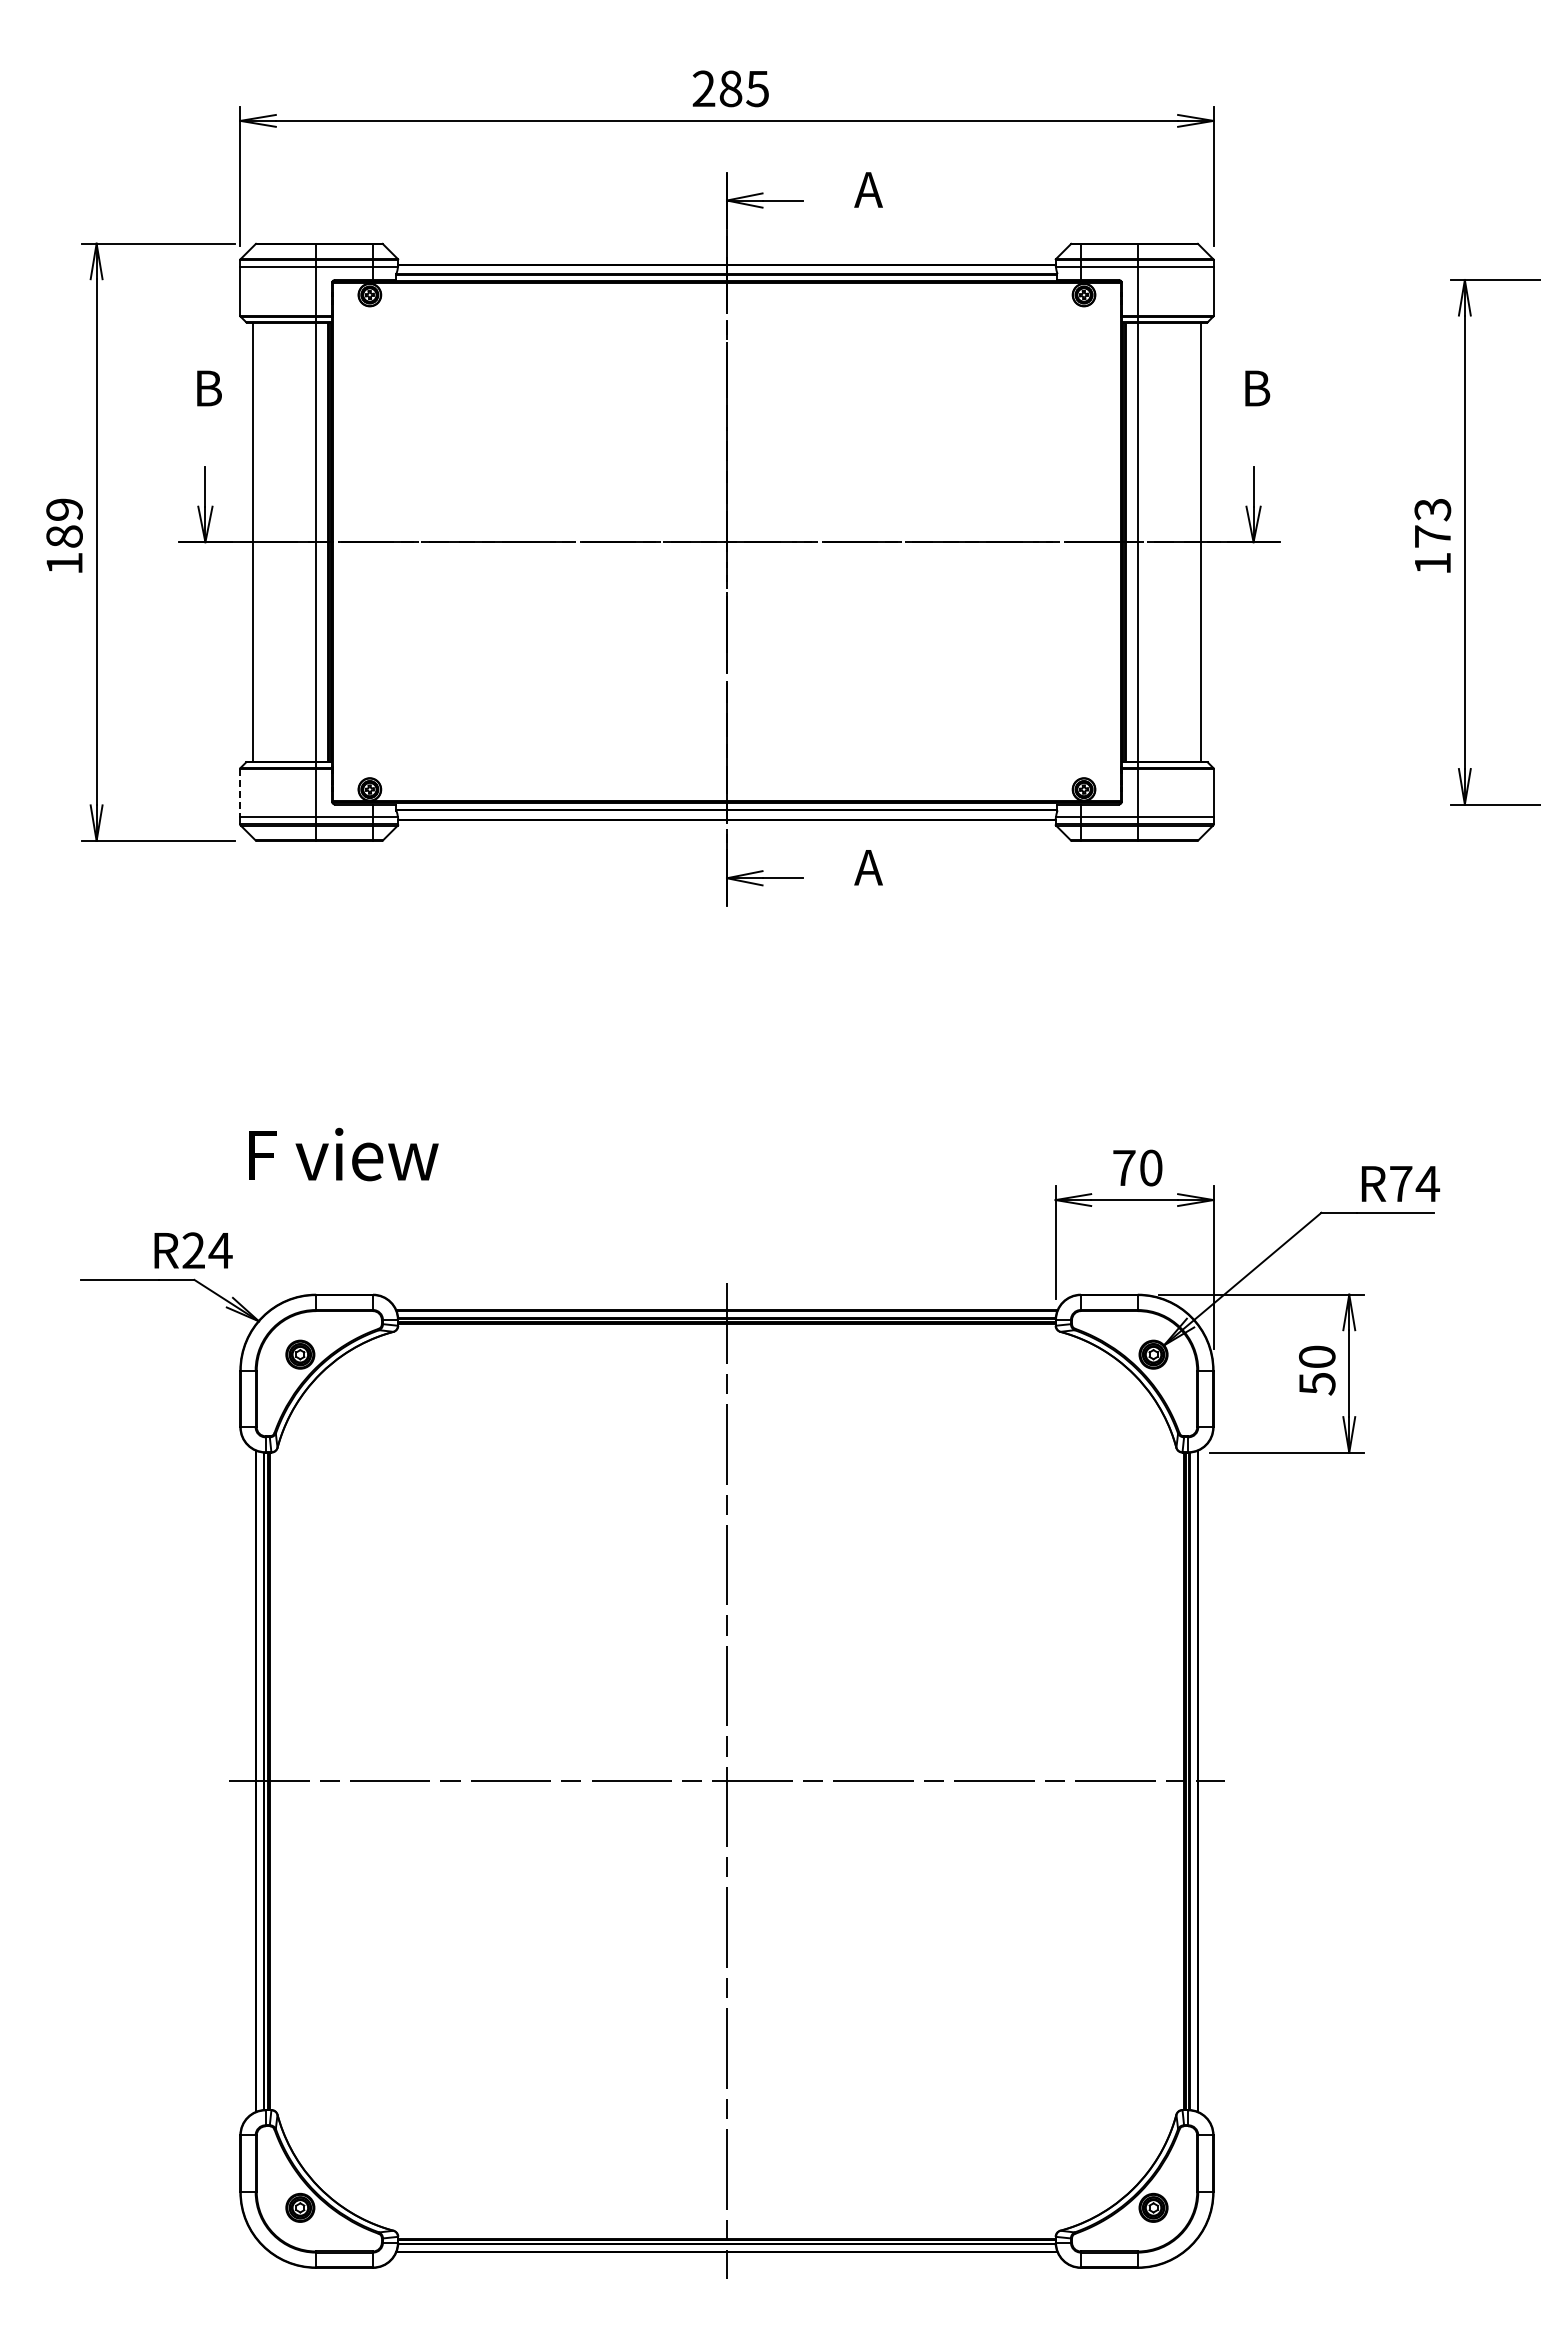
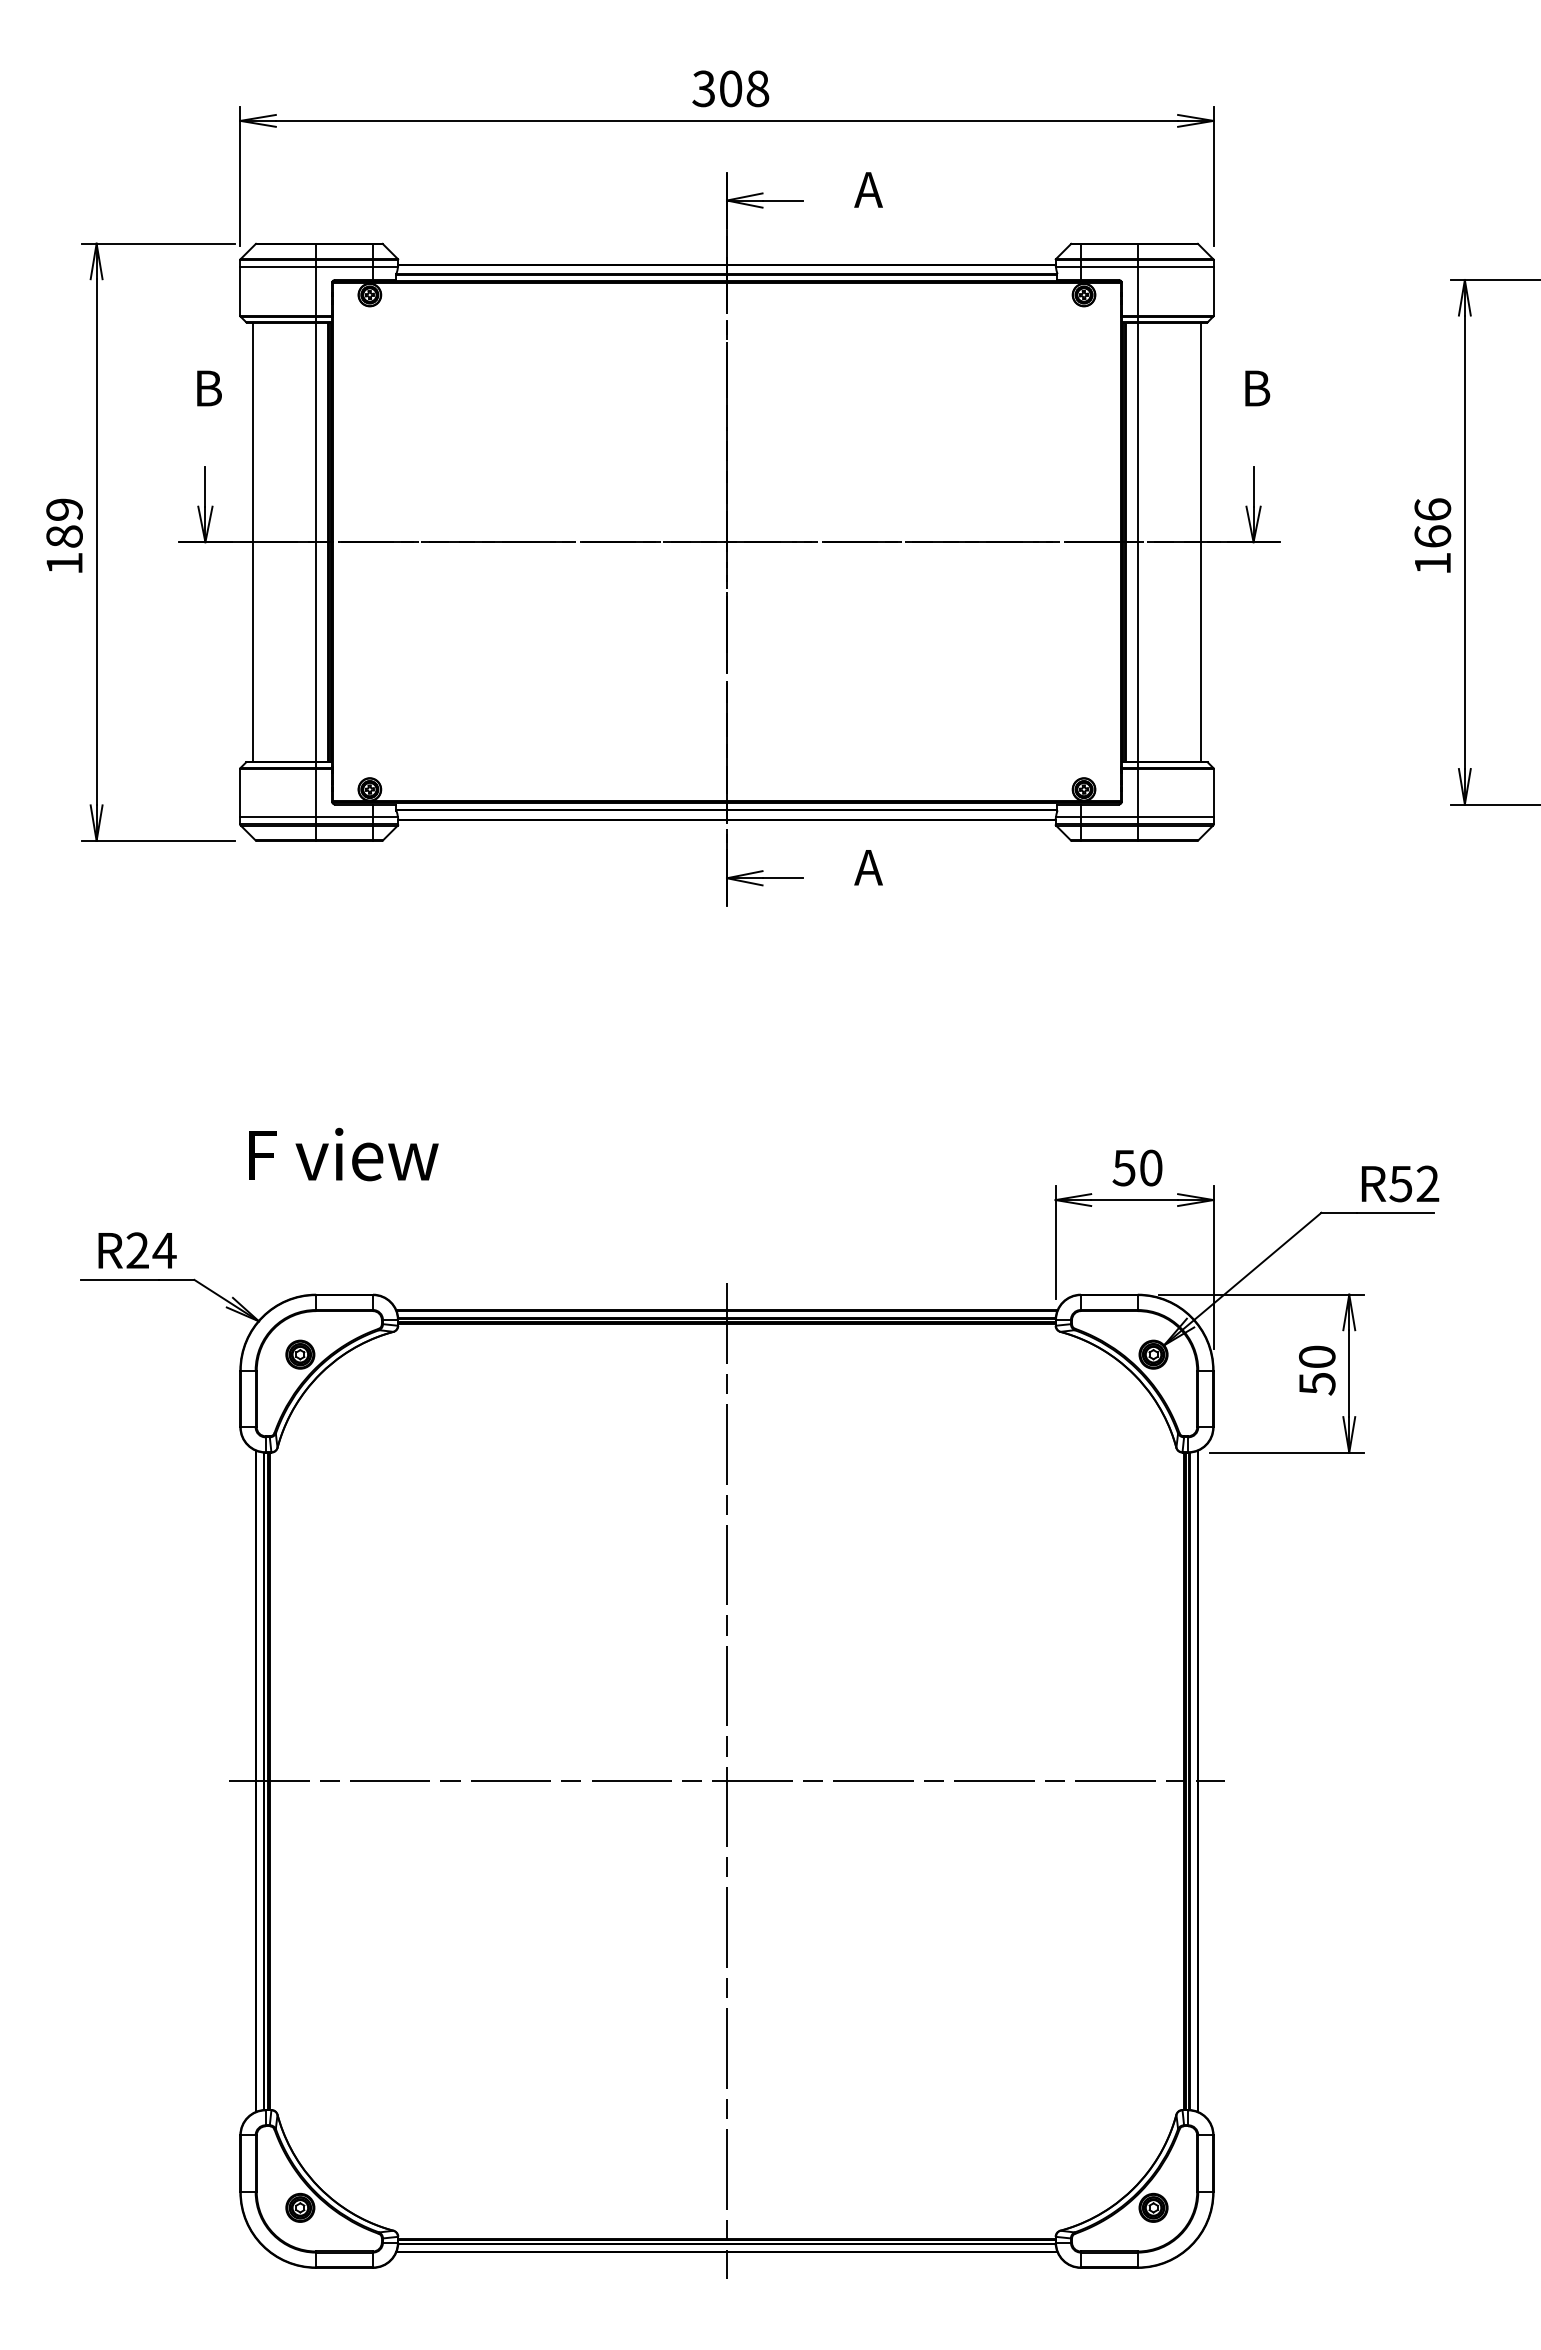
text at (730, 88): 285 -> 308
text at (1432, 522): 173 -> 166
line at (240, 793): dashed -> solid
text at (1123, 1168): 70 -> 50
text at (1414, 1183): R74 -> R52
text at (193, 1250) position: (193, 1250) -> (137, 1250)
